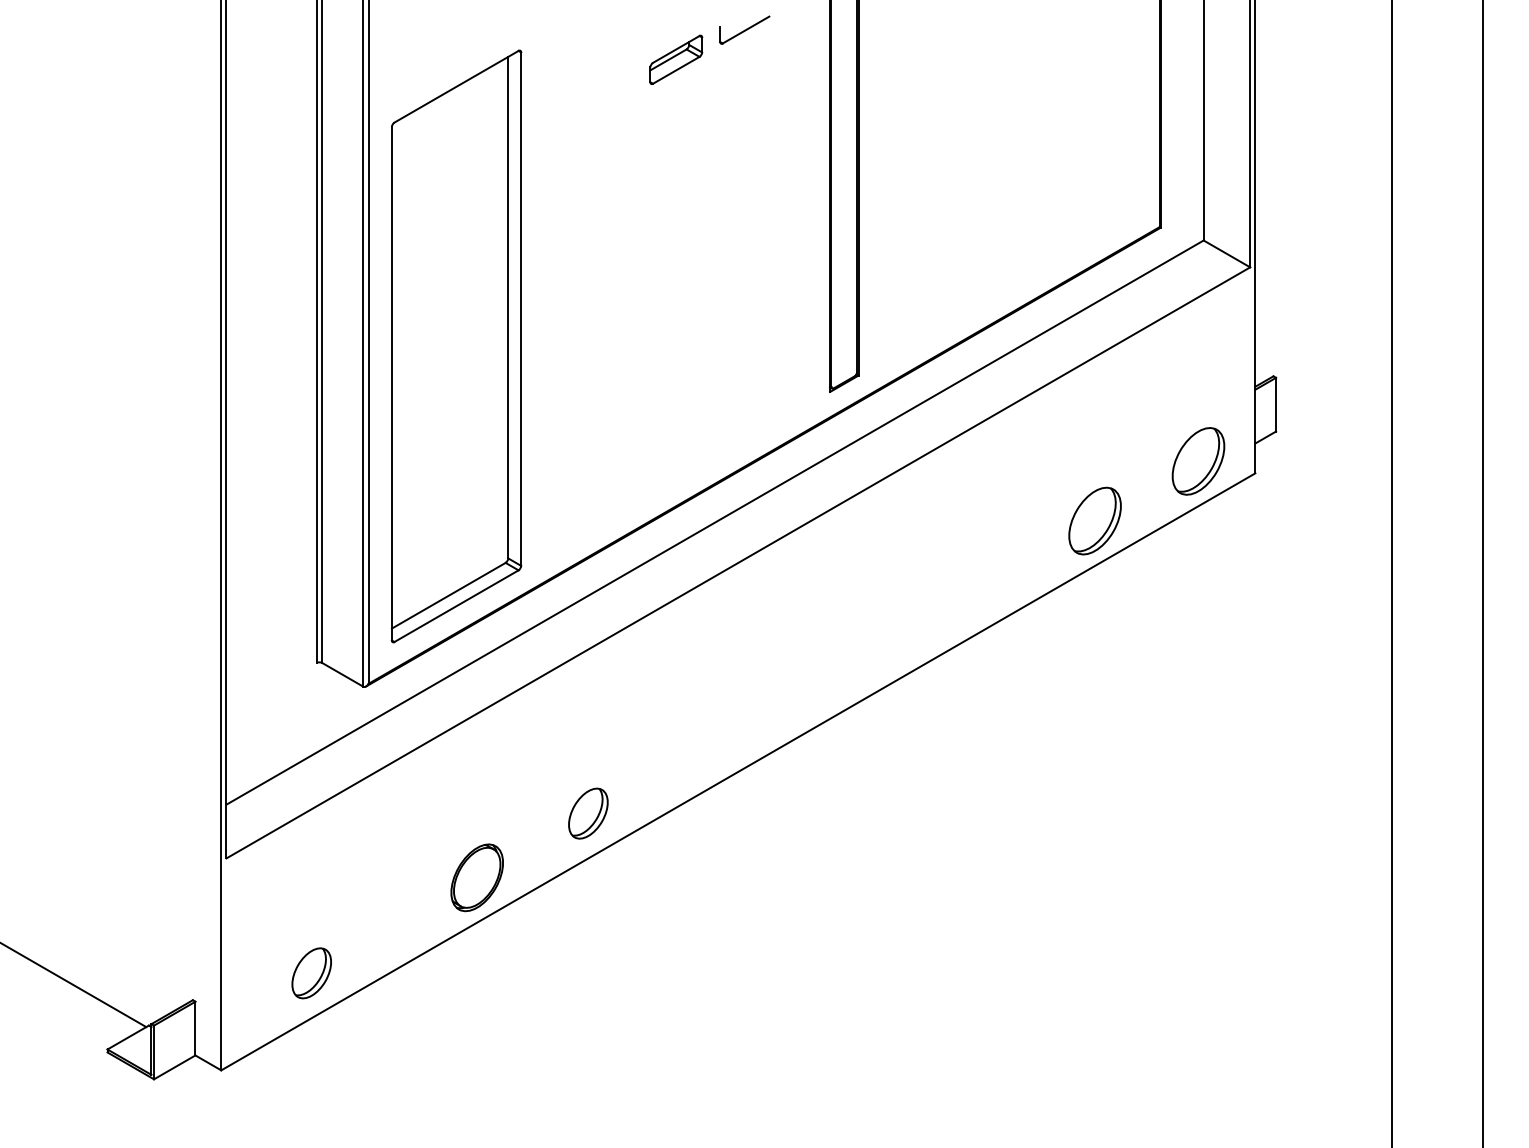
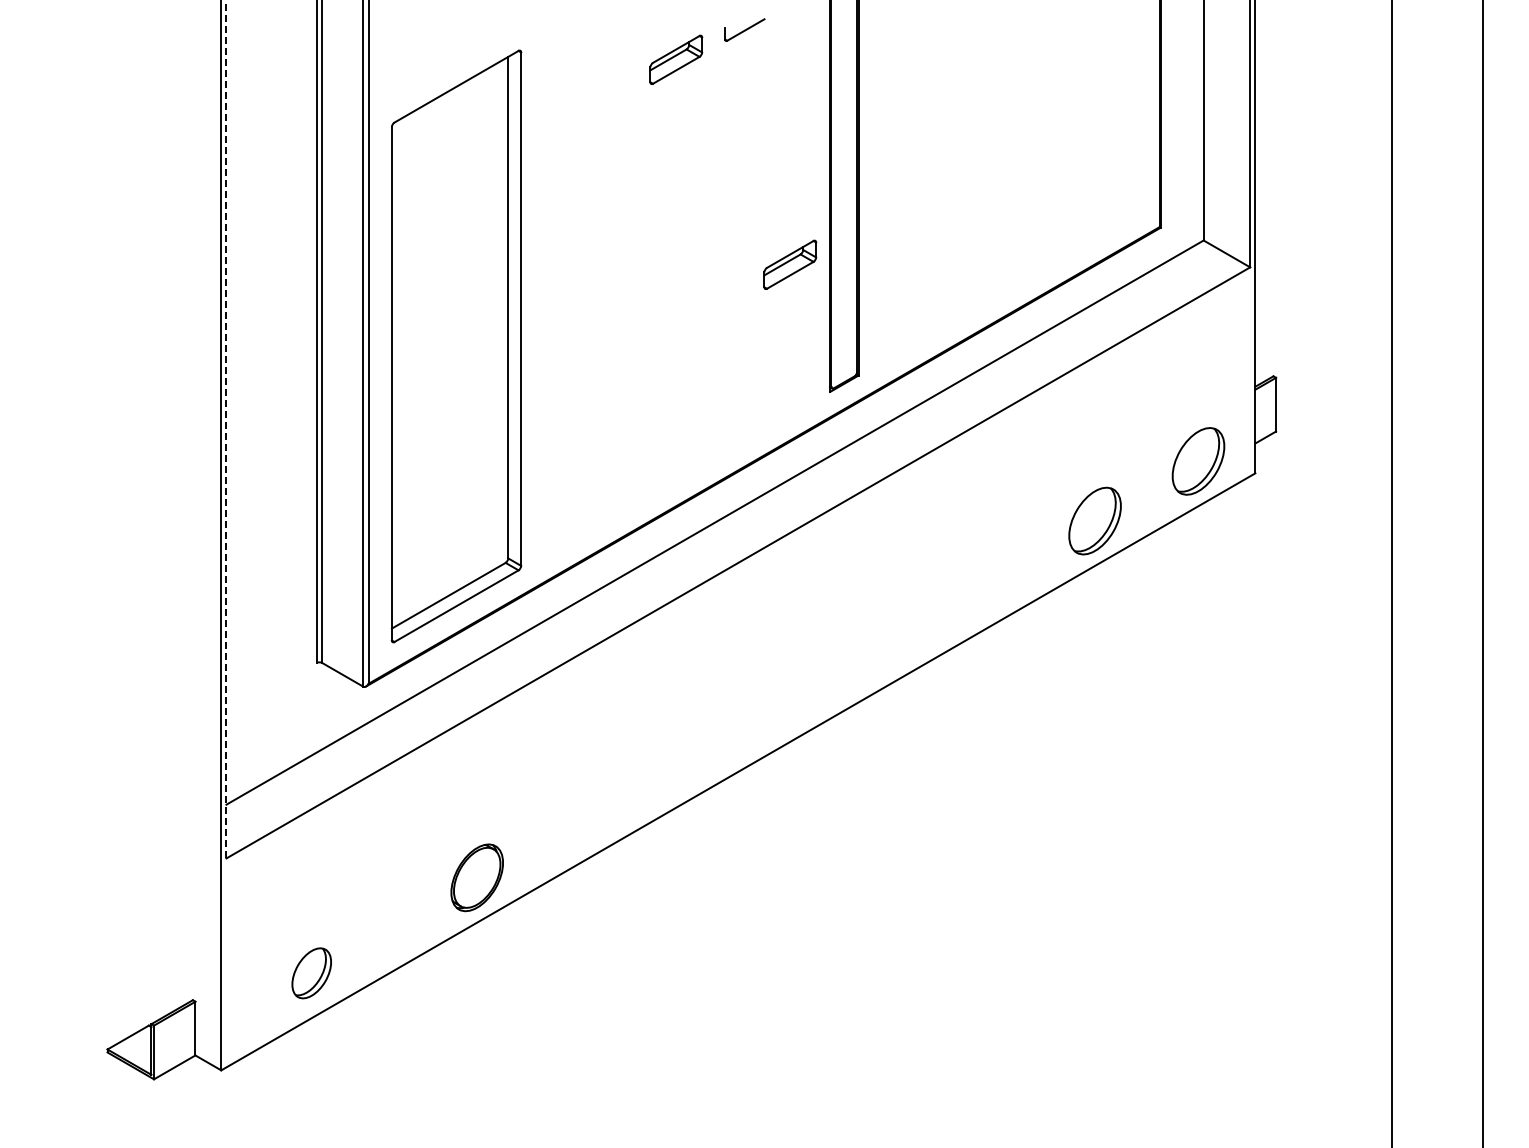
part at (744, 29) size: 52x30 px -> 42x24 px
part at (790, 264): none -> present
line at (226, 429): solid -> dashed
part at (588, 813): present -> none
line at (74, 985): present -> none
